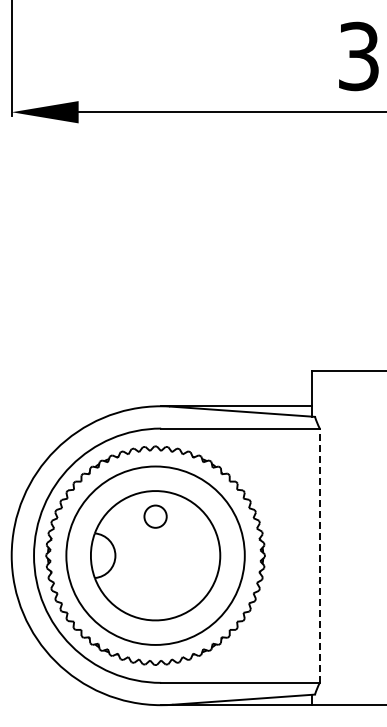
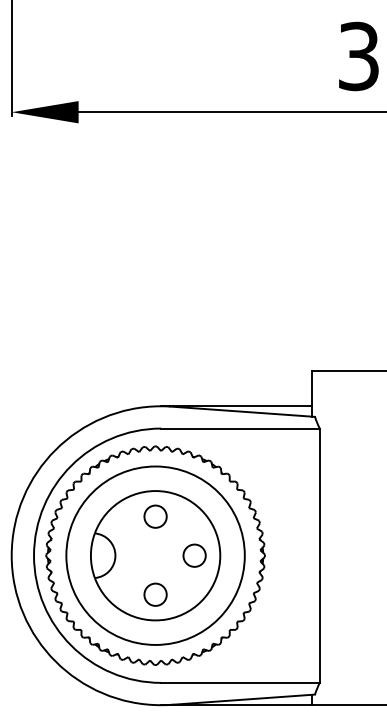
circle at (194, 555): none -> present
line at (319, 555): dashed -> solid
circle at (155, 594): none -> present
